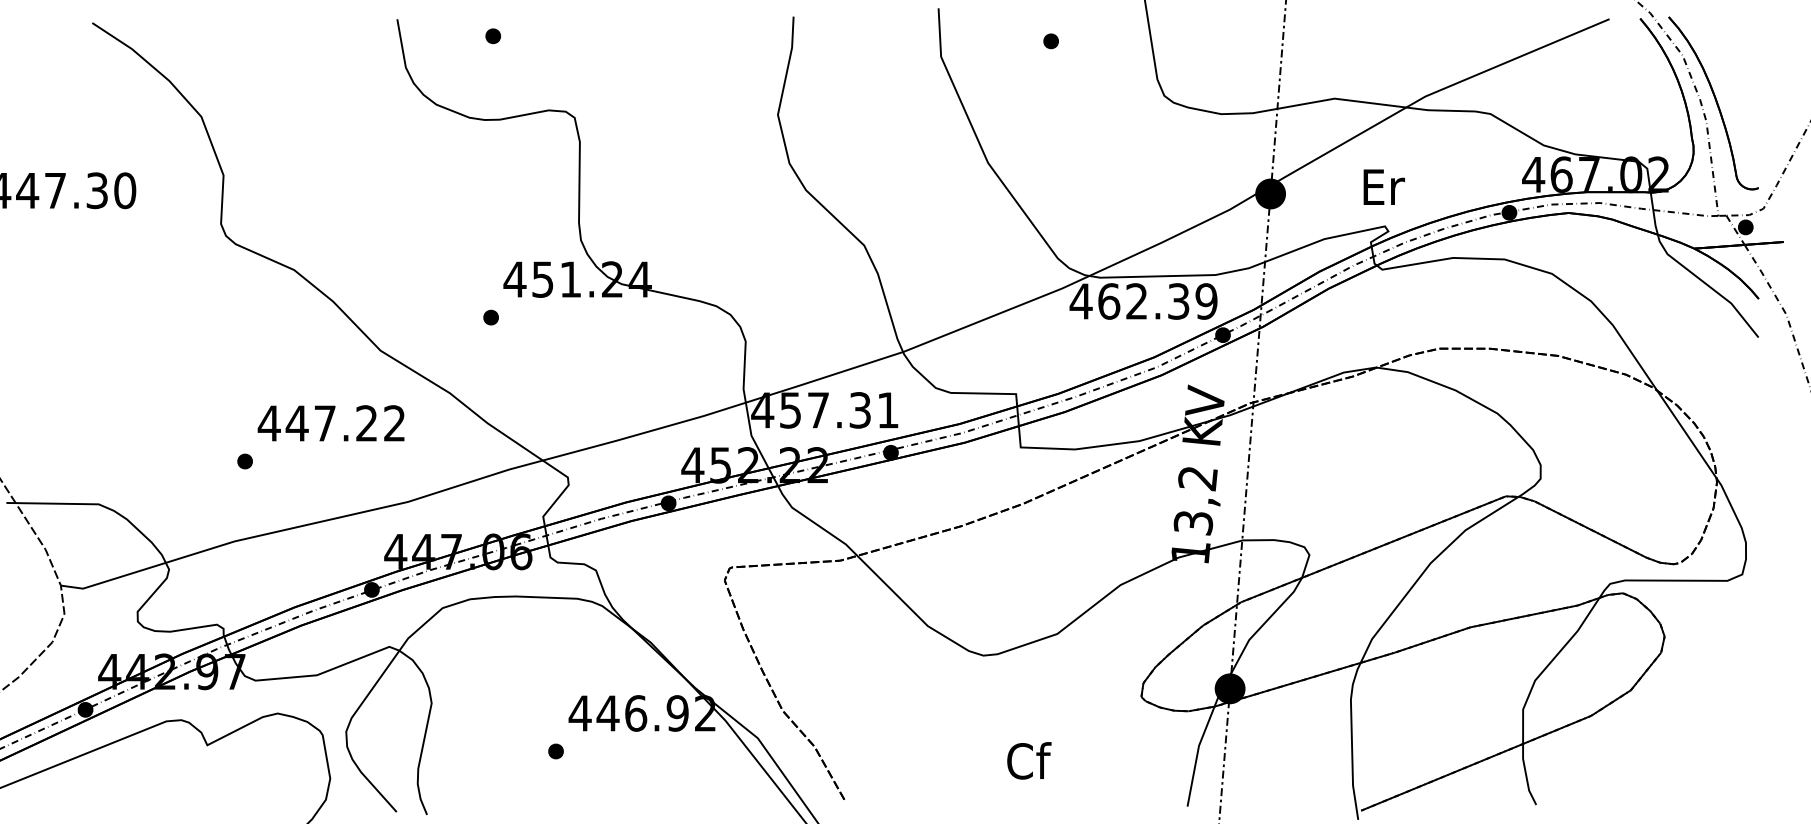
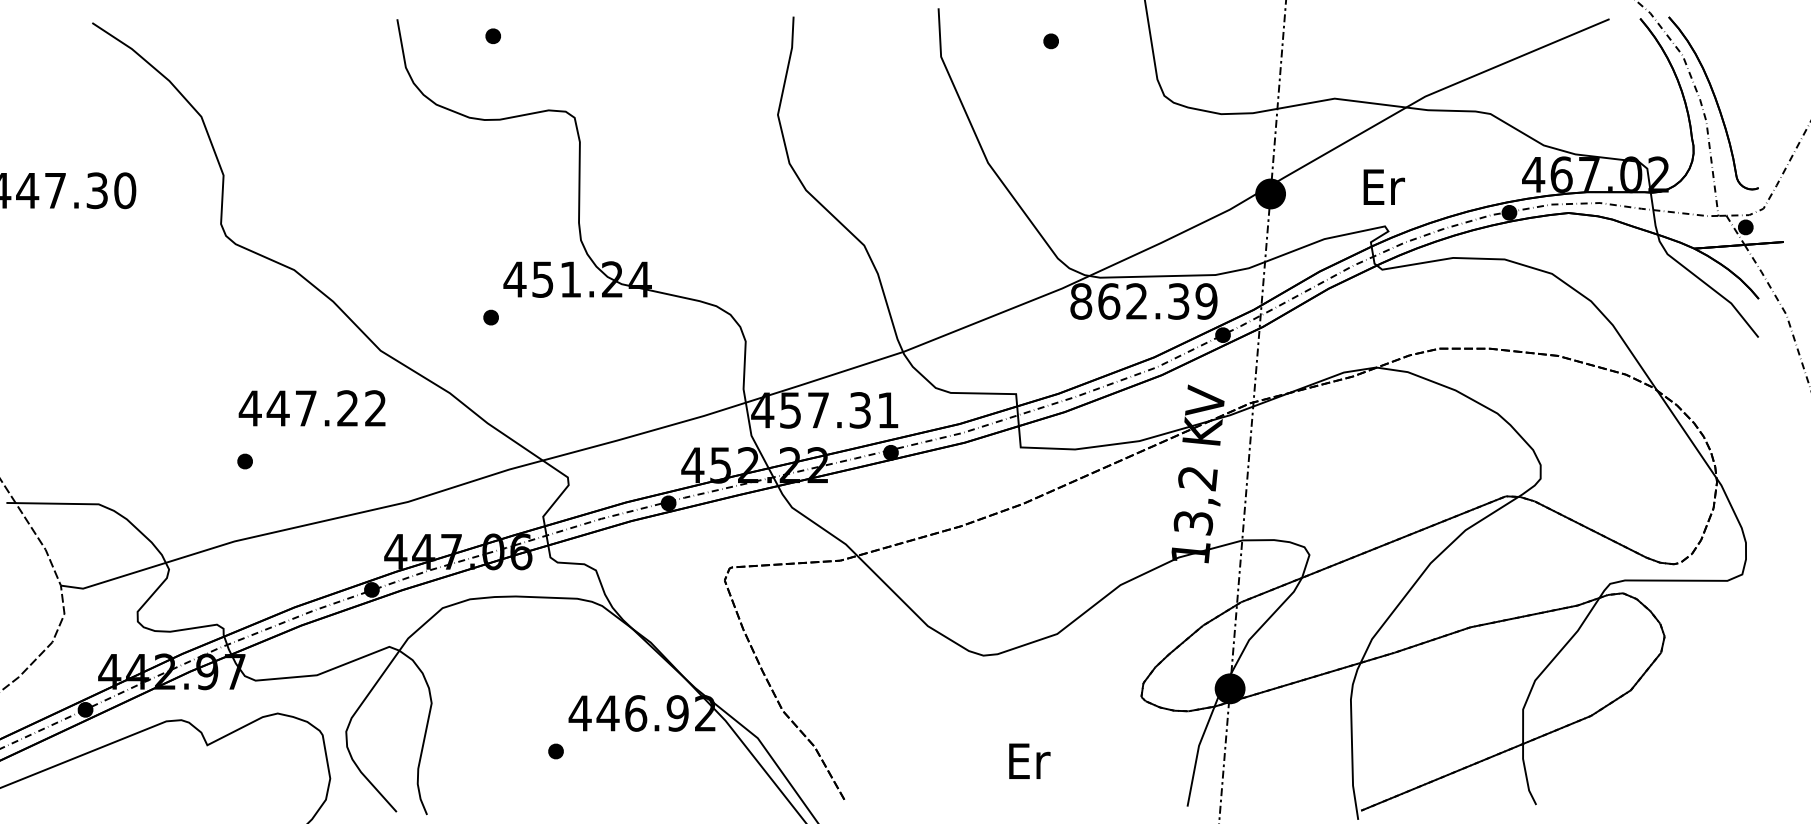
text at (1080, 301): 462.39 -> 862.39
text at (330, 423) position: (330, 423) -> (311, 408)
text at (1029, 760): Cf -> Er
